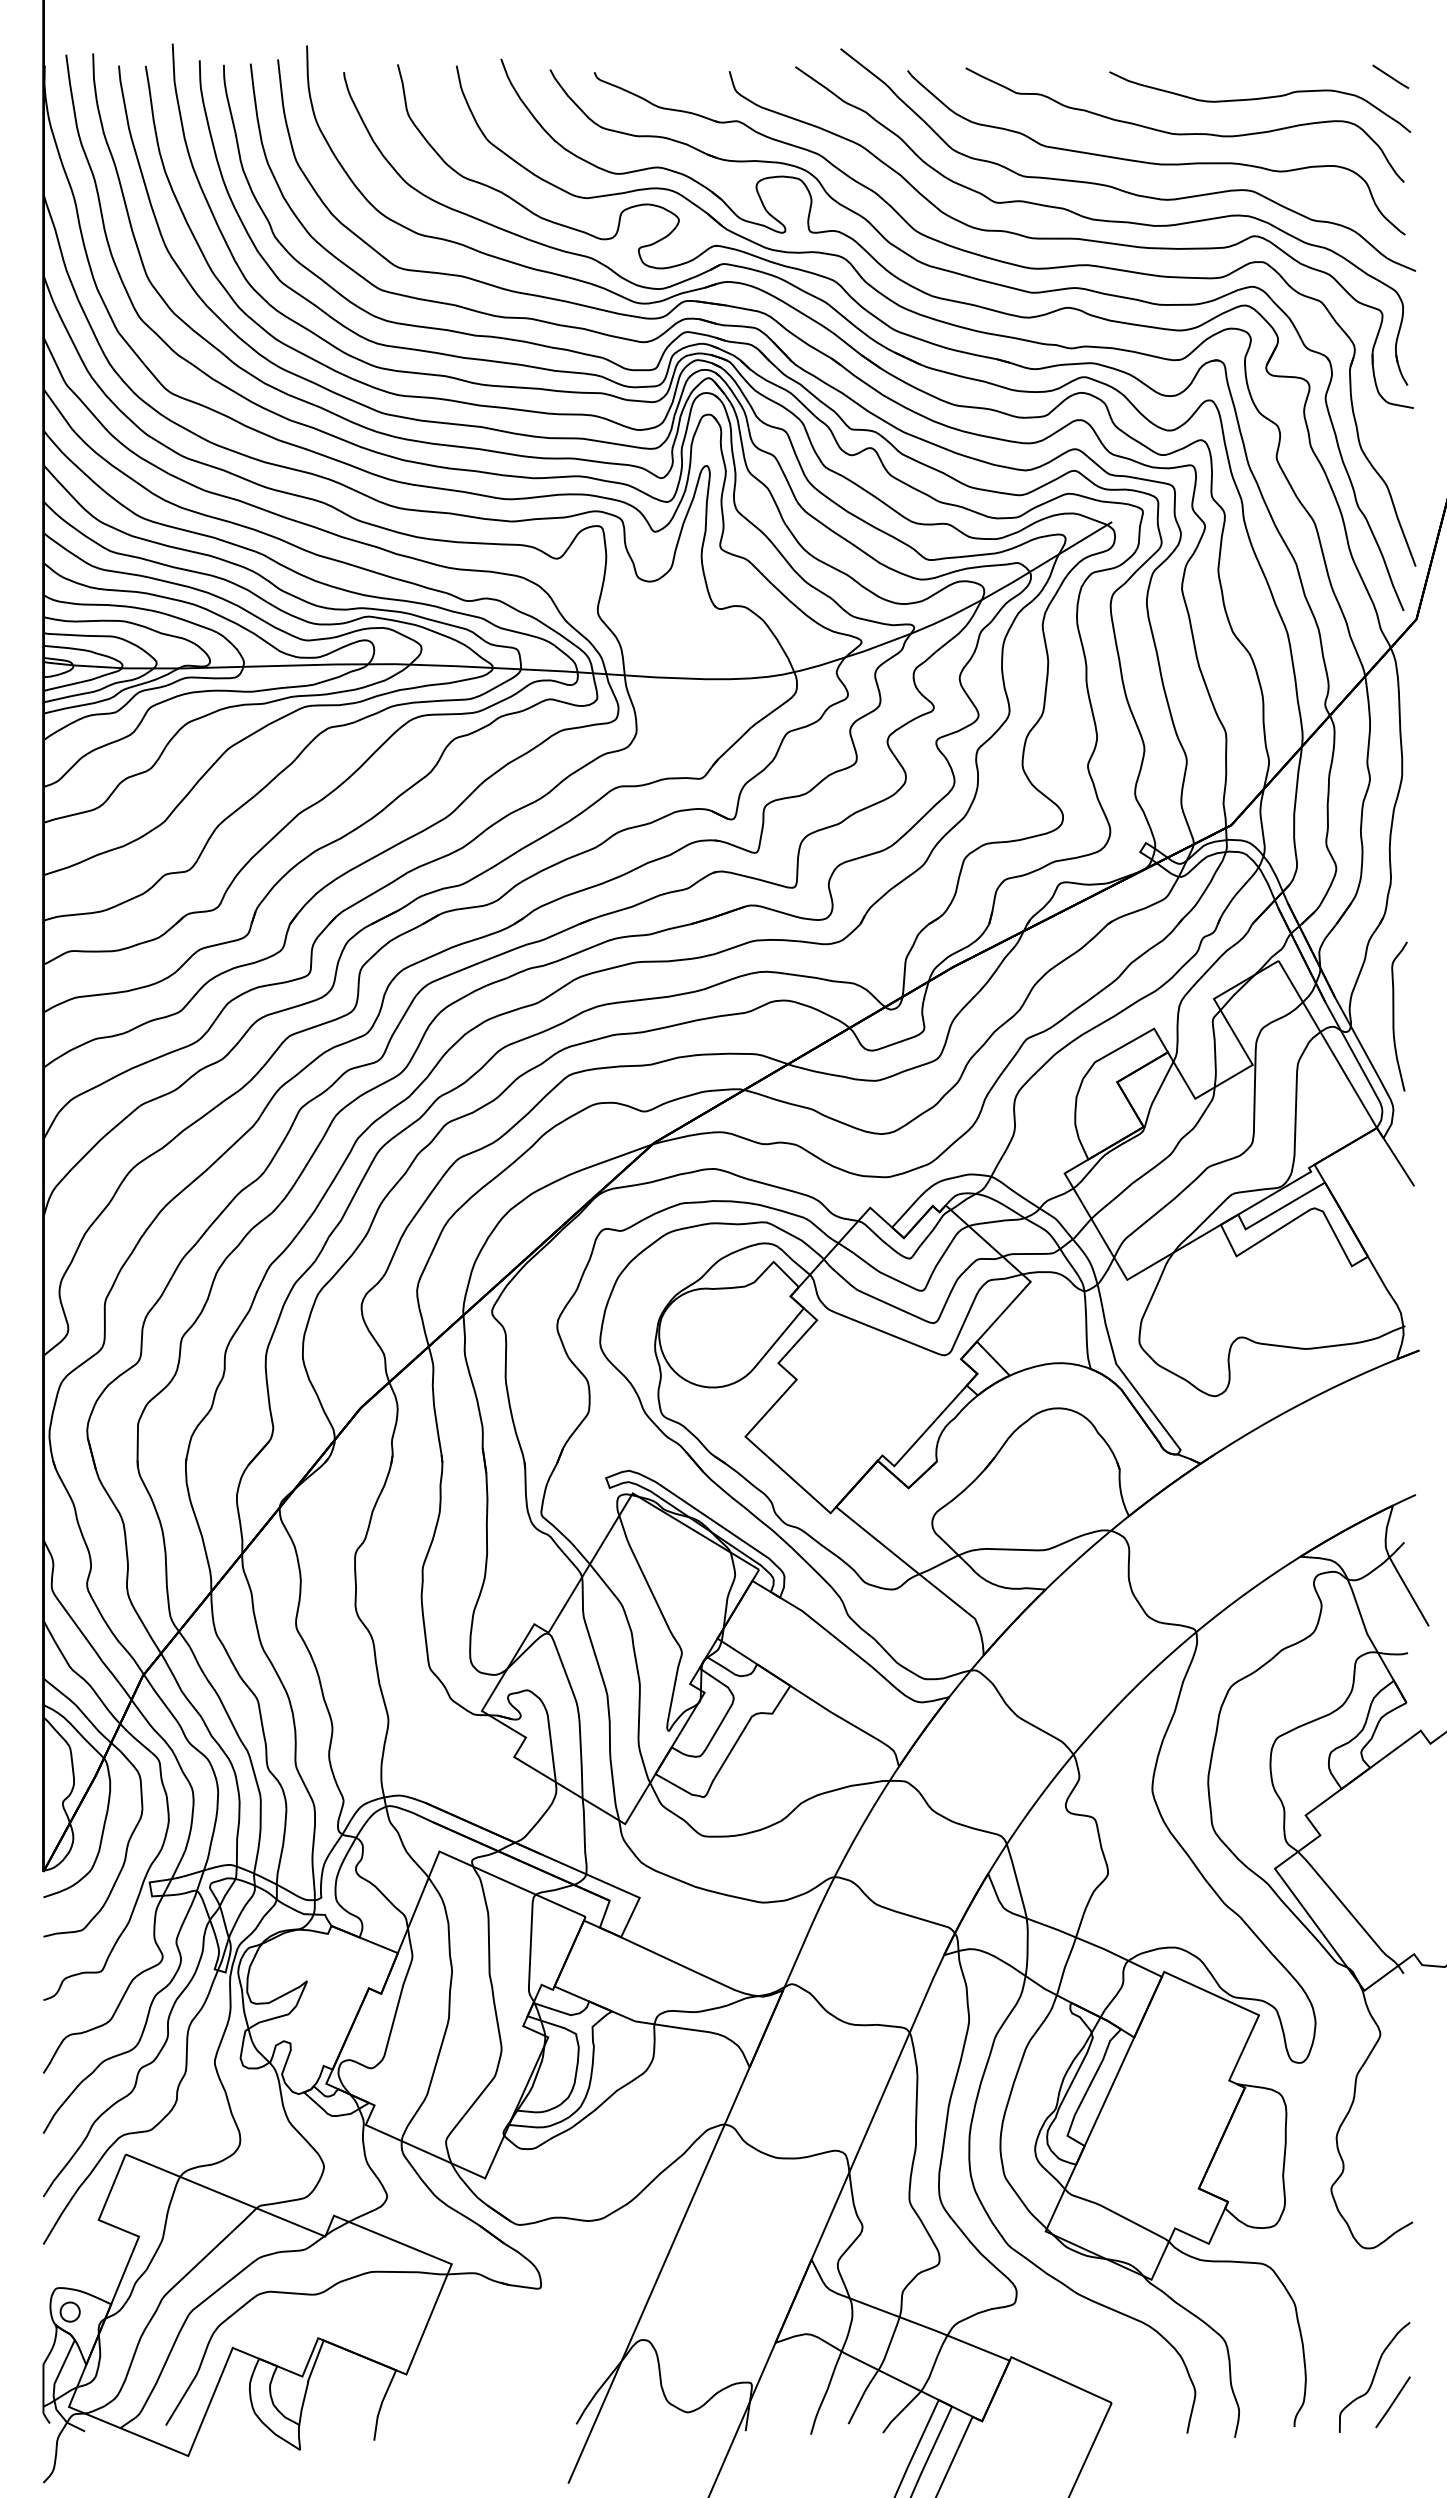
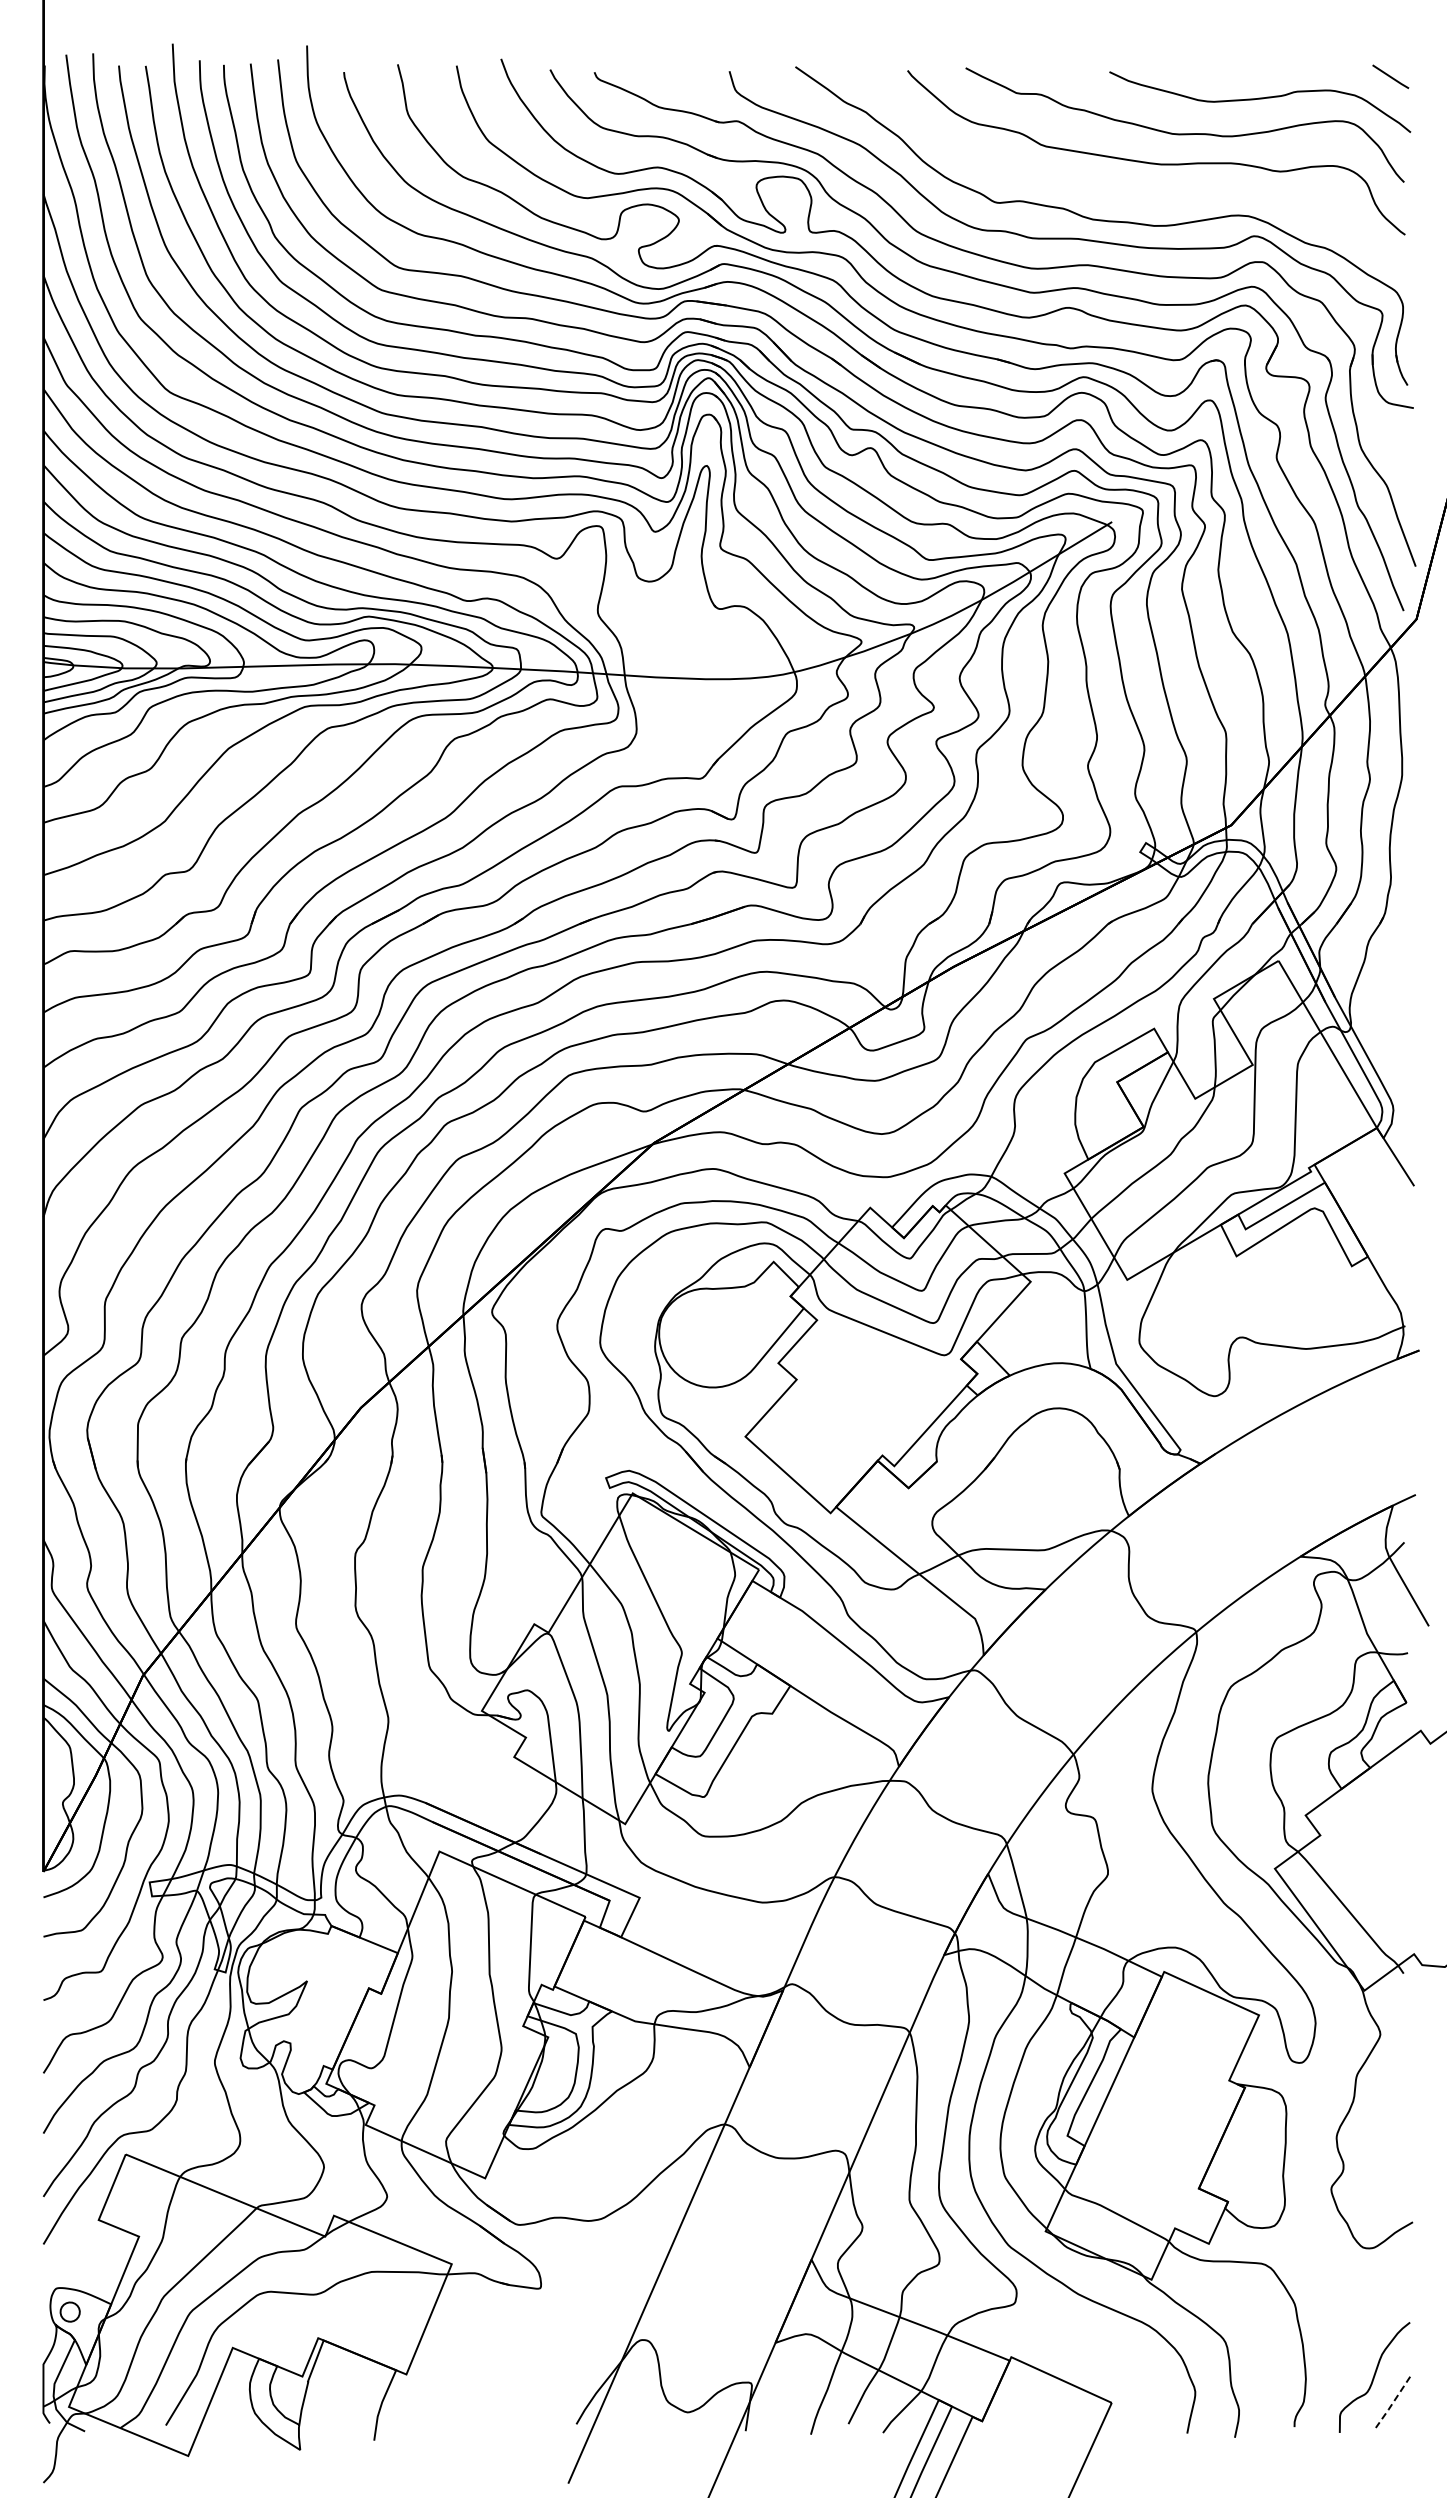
curve at (1119, 188): present -> none
curve at (1394, 1016): present -> none
line at (1392, 2403): solid -> dashed
